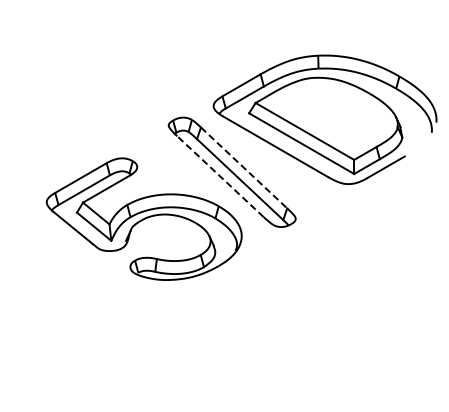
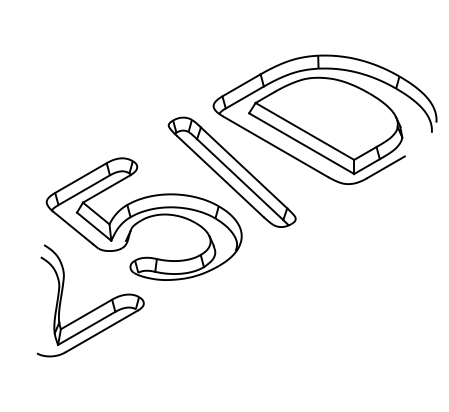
line at (244, 168): dashed -> solid
line at (220, 176): dashed -> solid
part at (94, 308): none -> present
